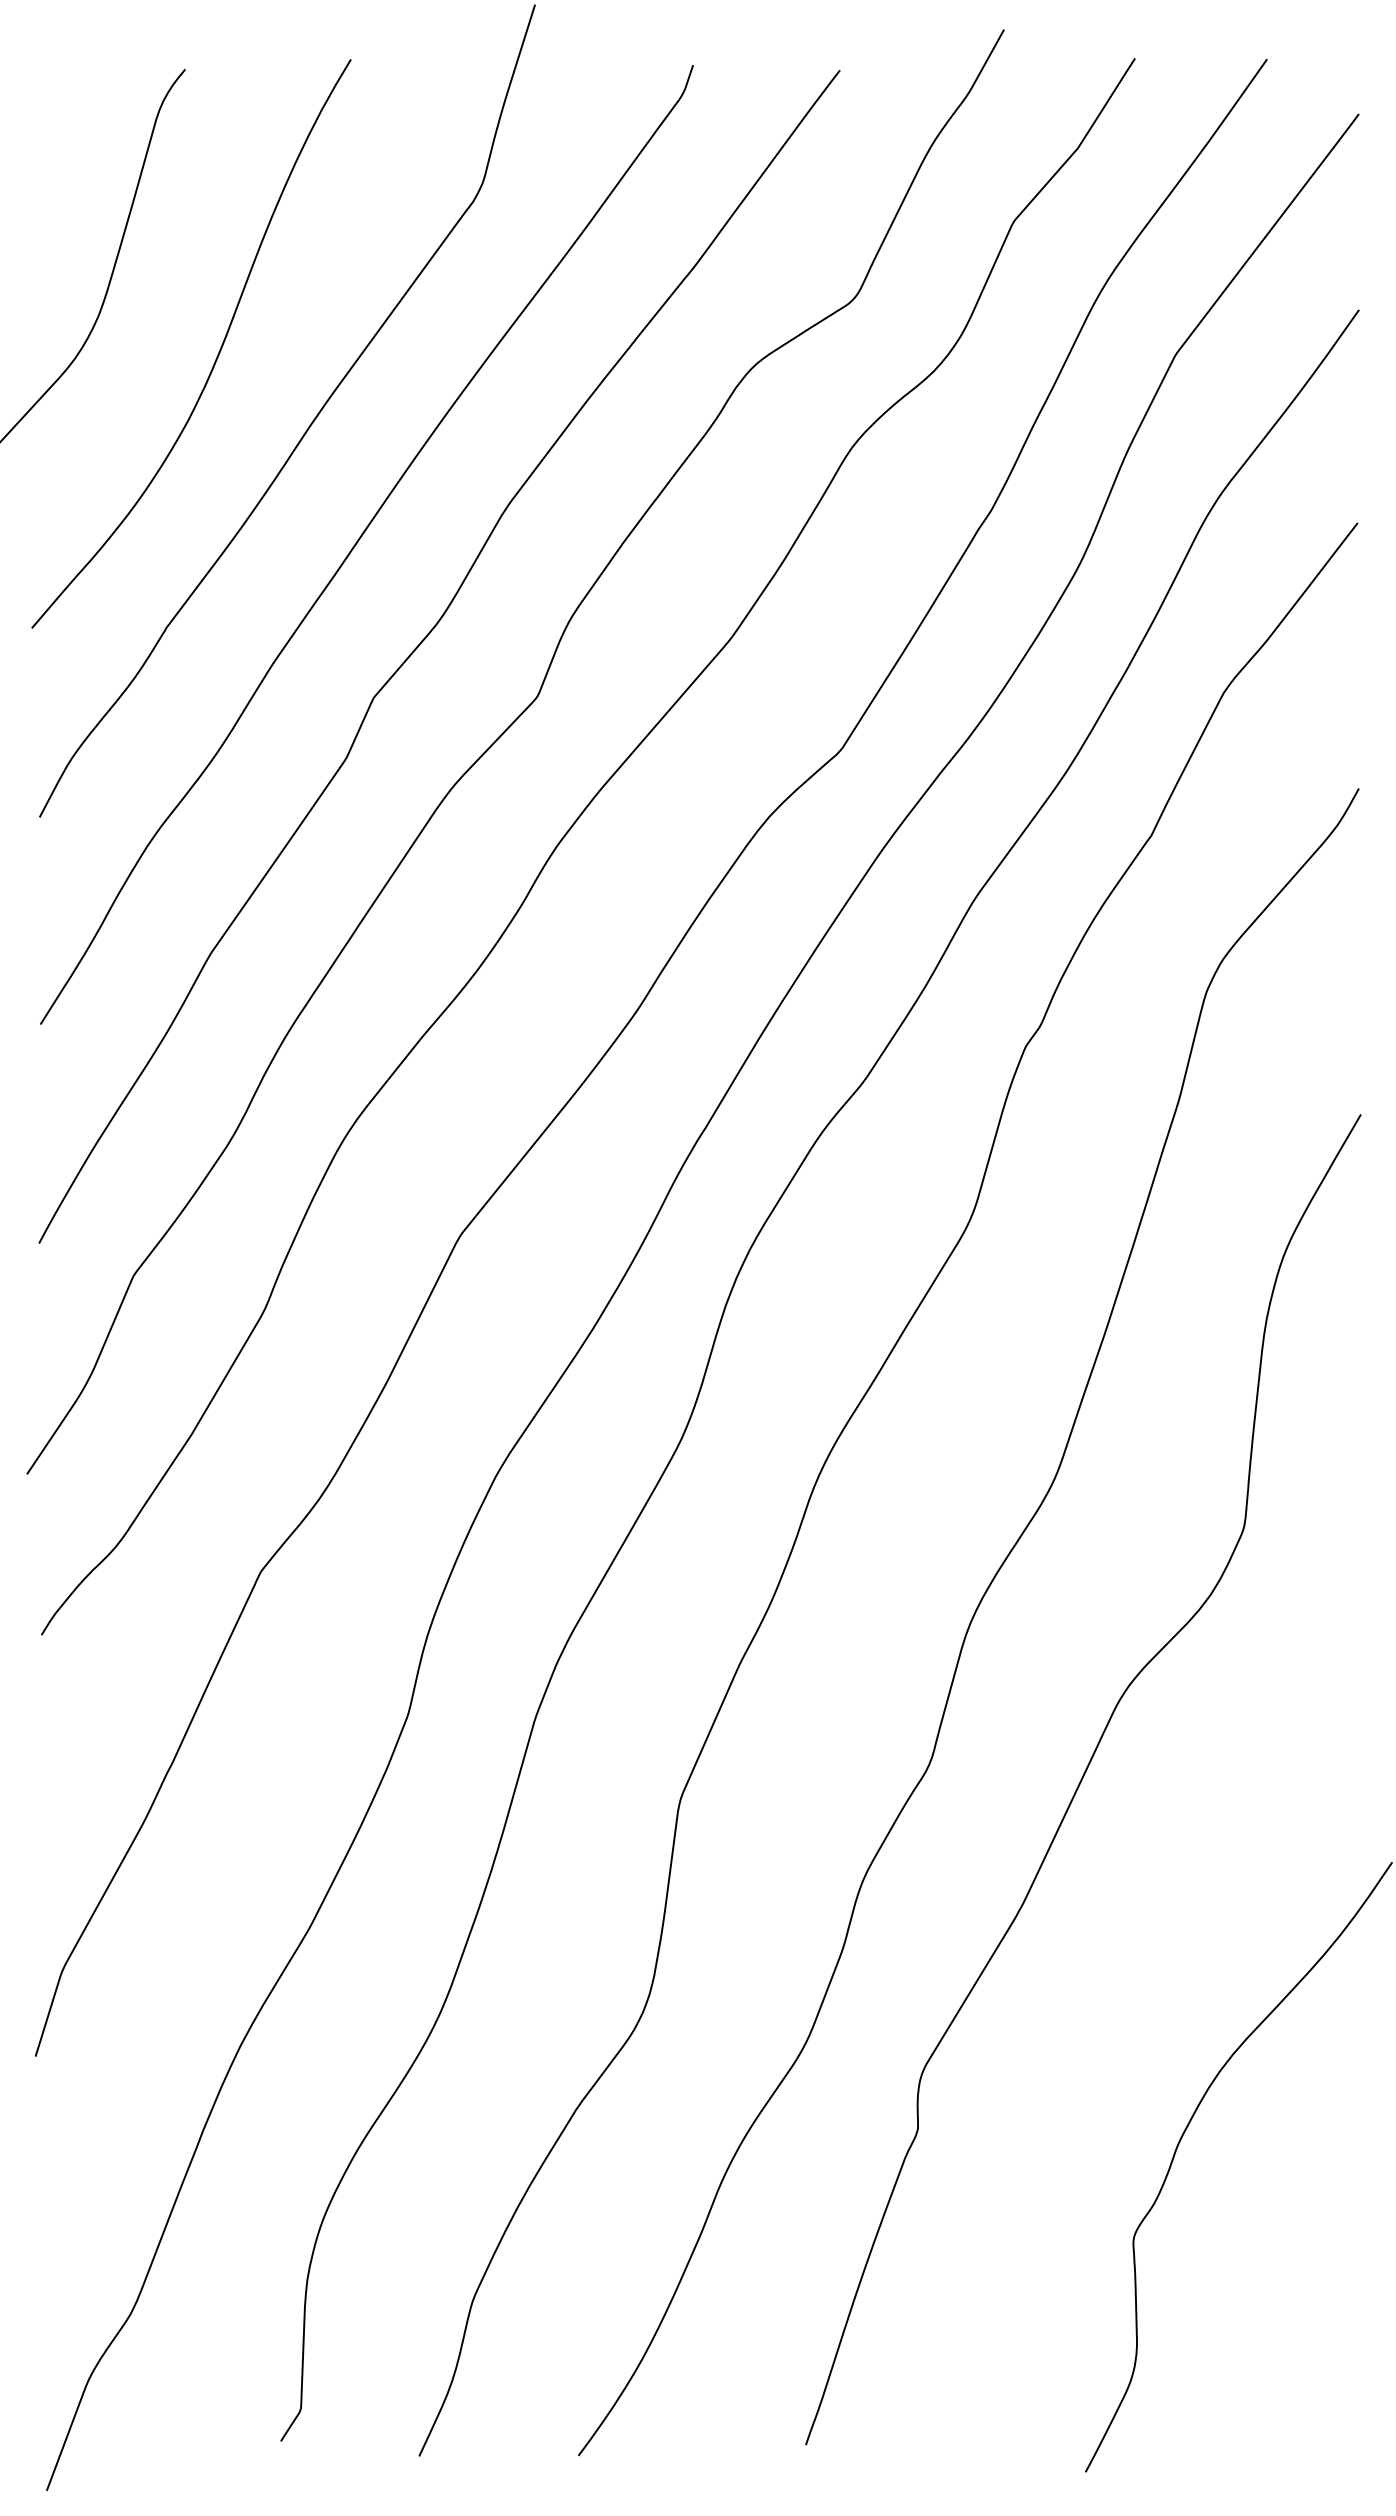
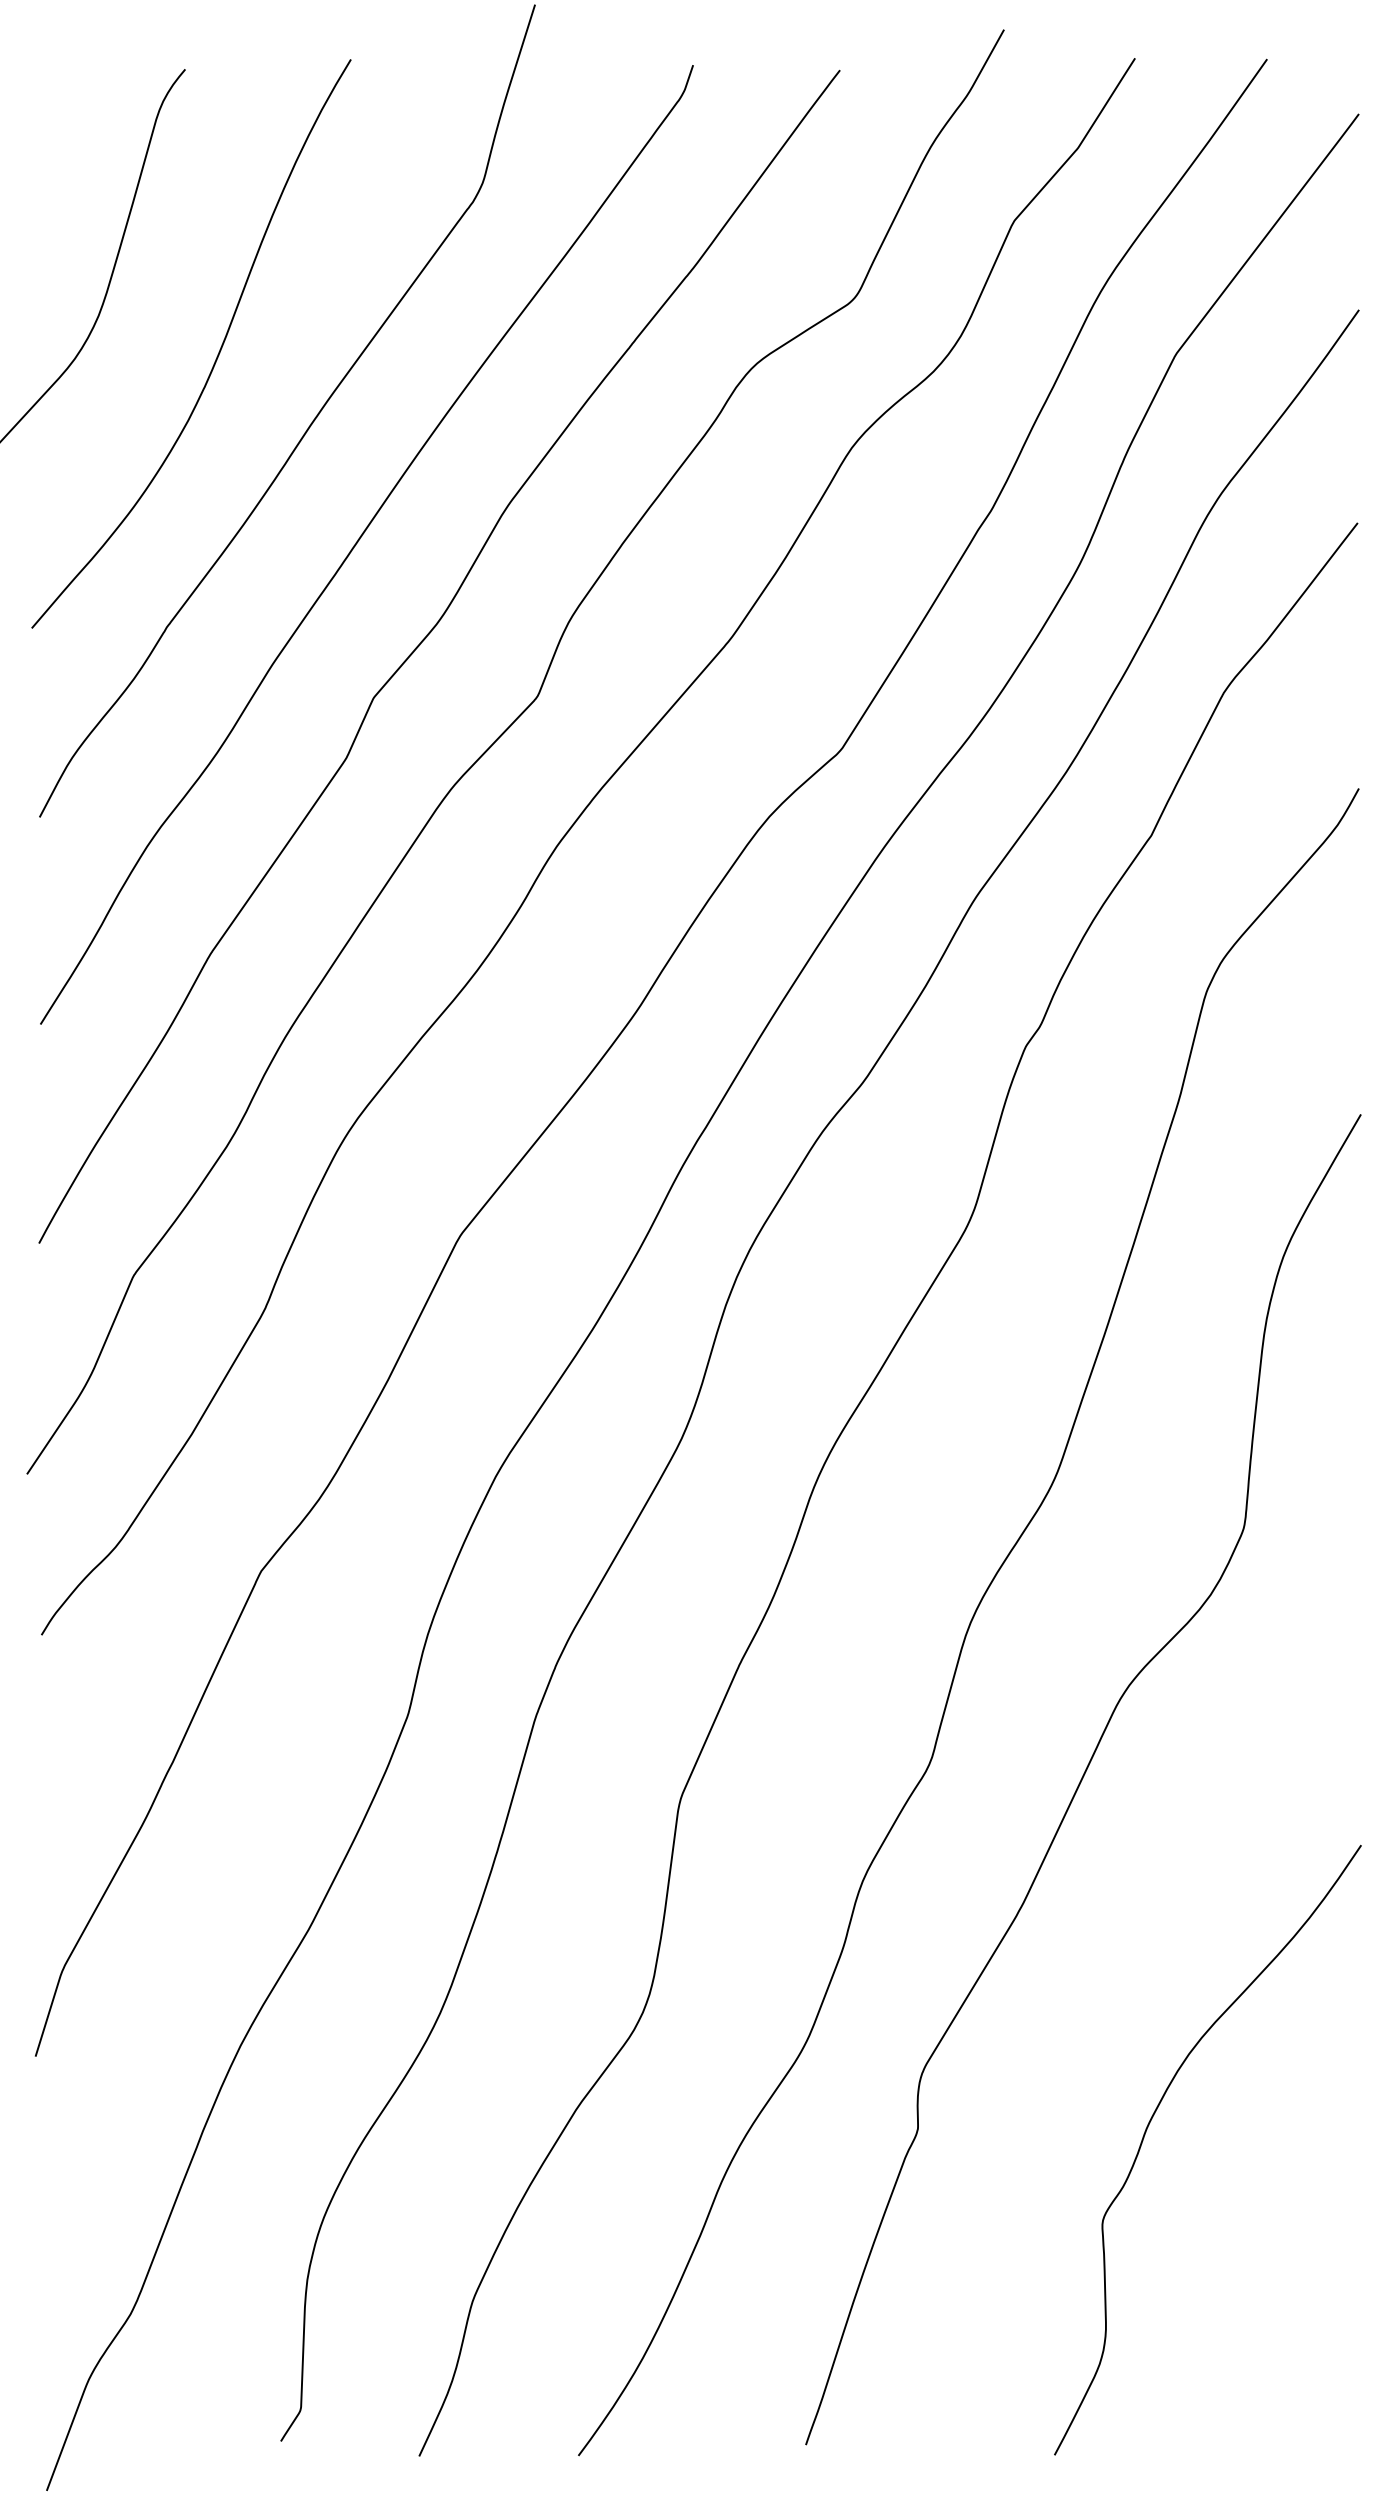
curve at (1182, 2138) position: (1182, 2138) -> (1151, 2121)
